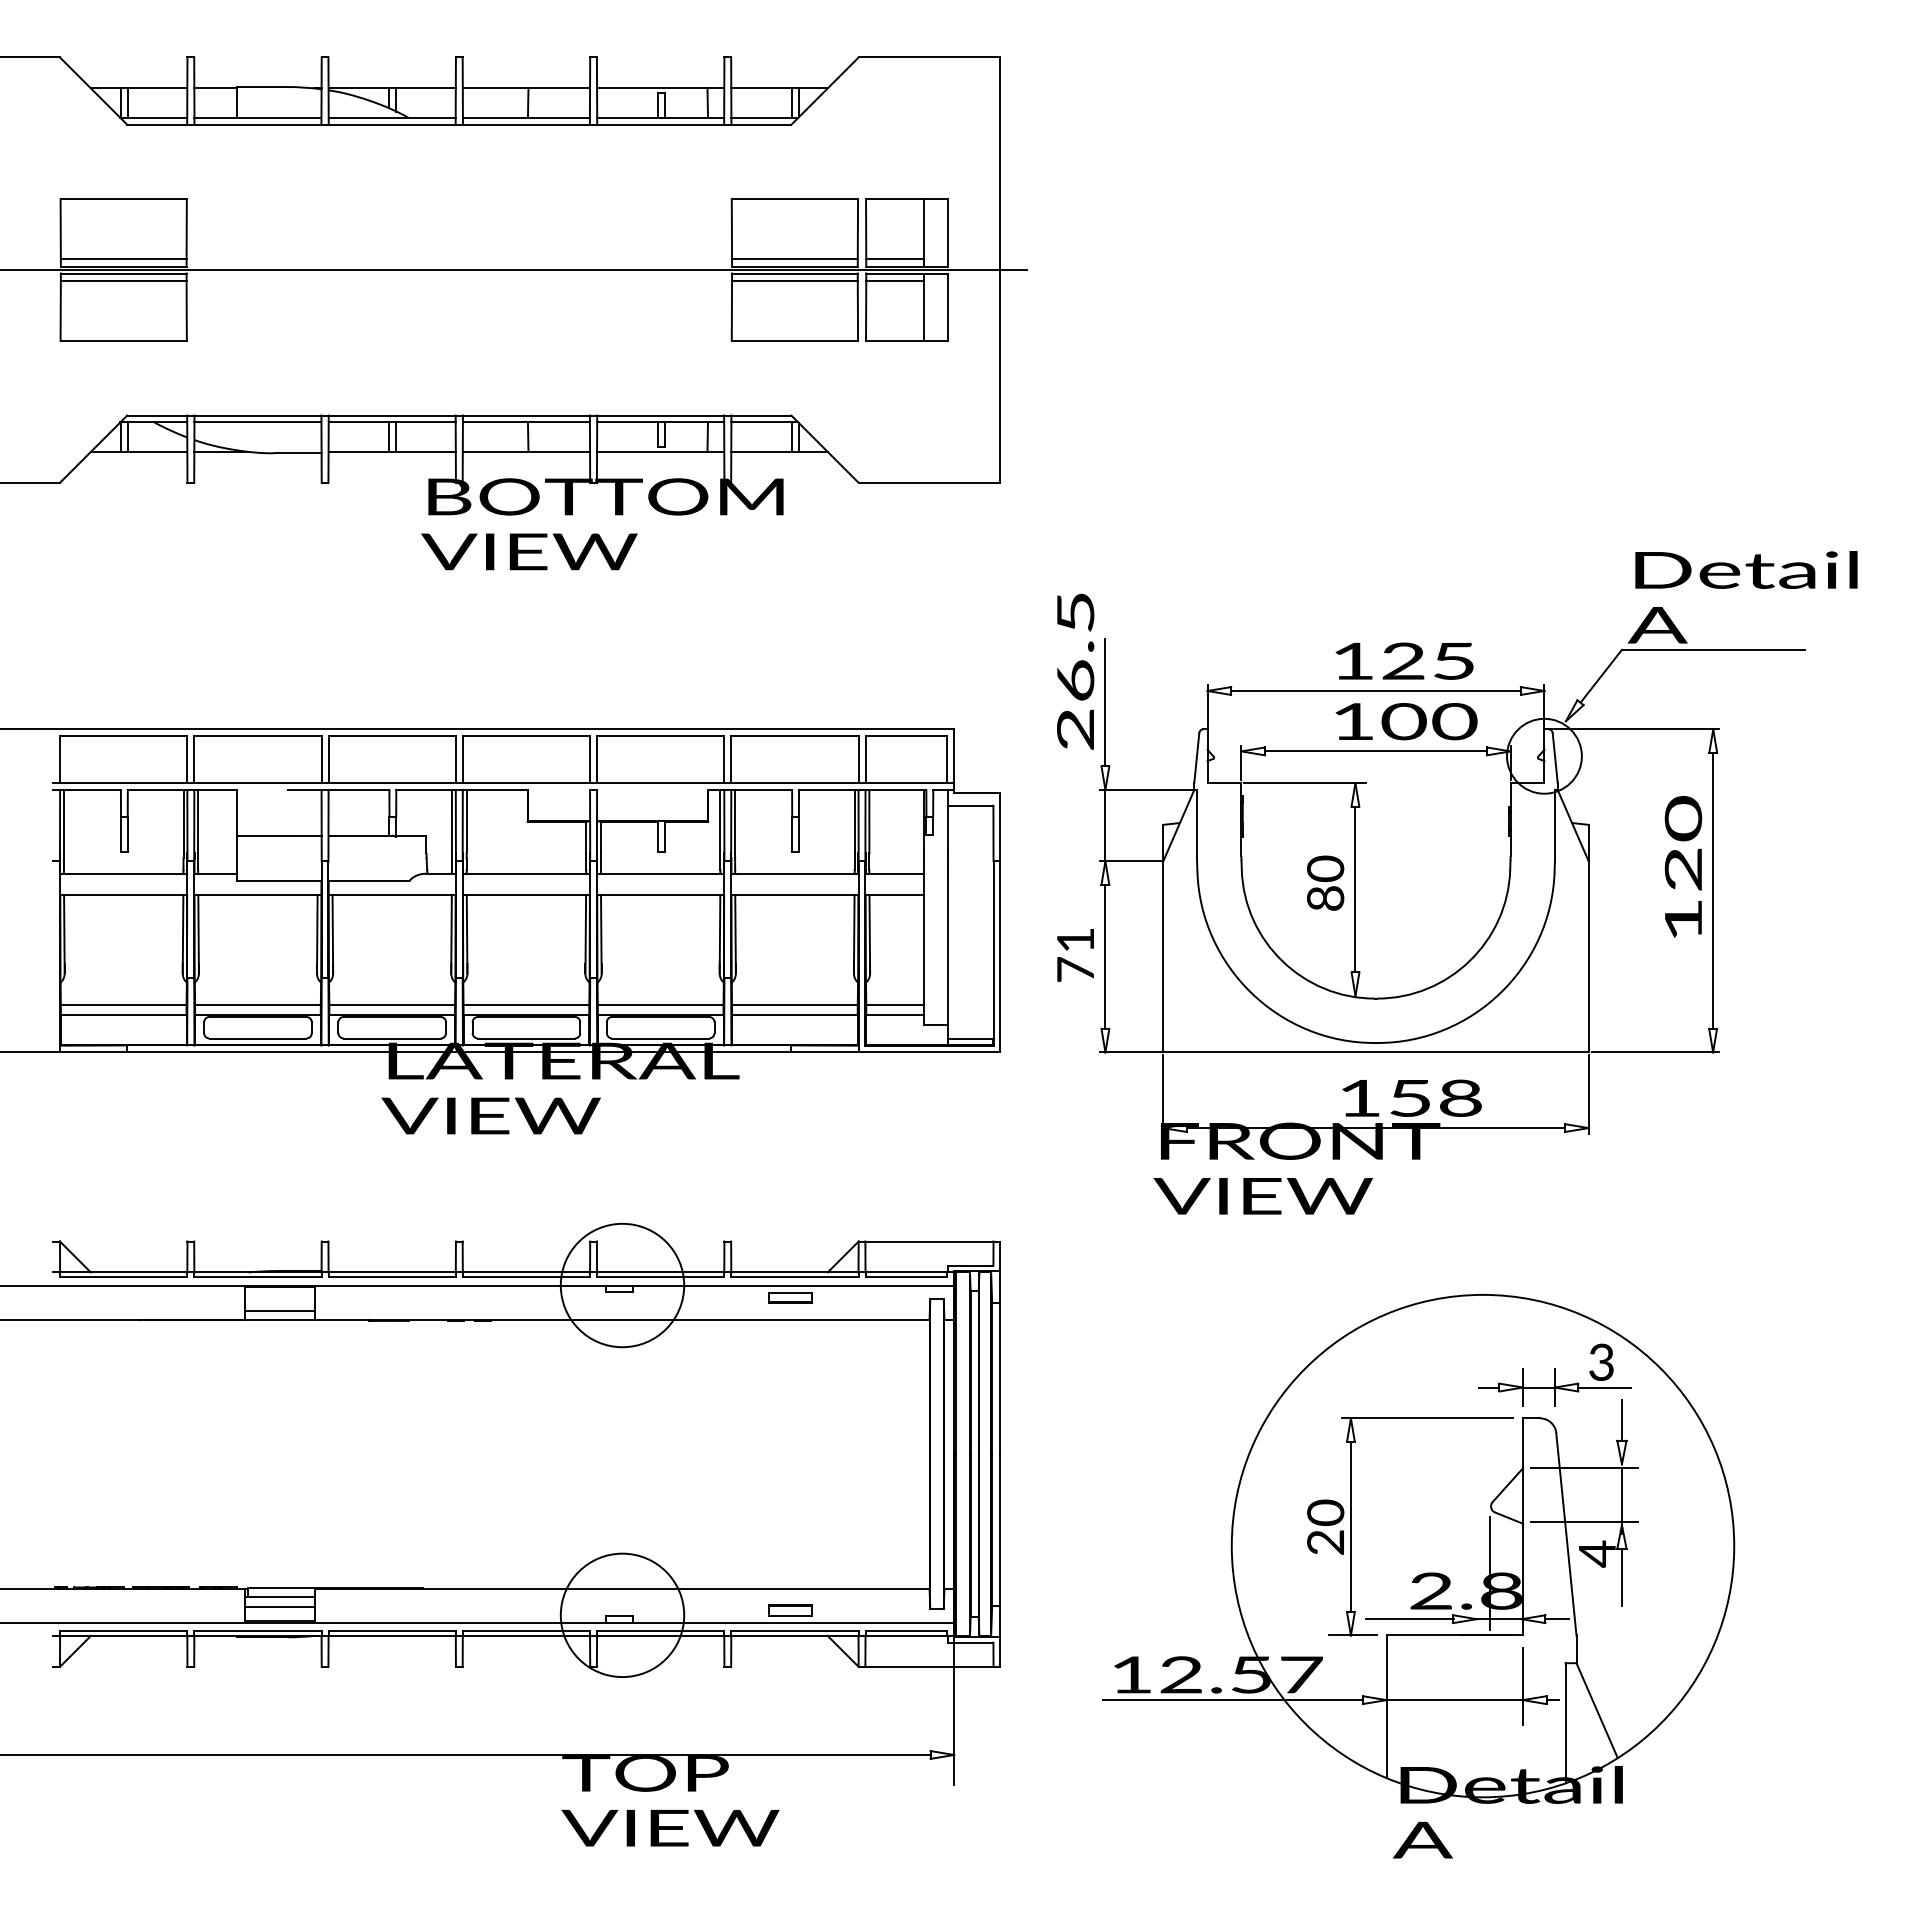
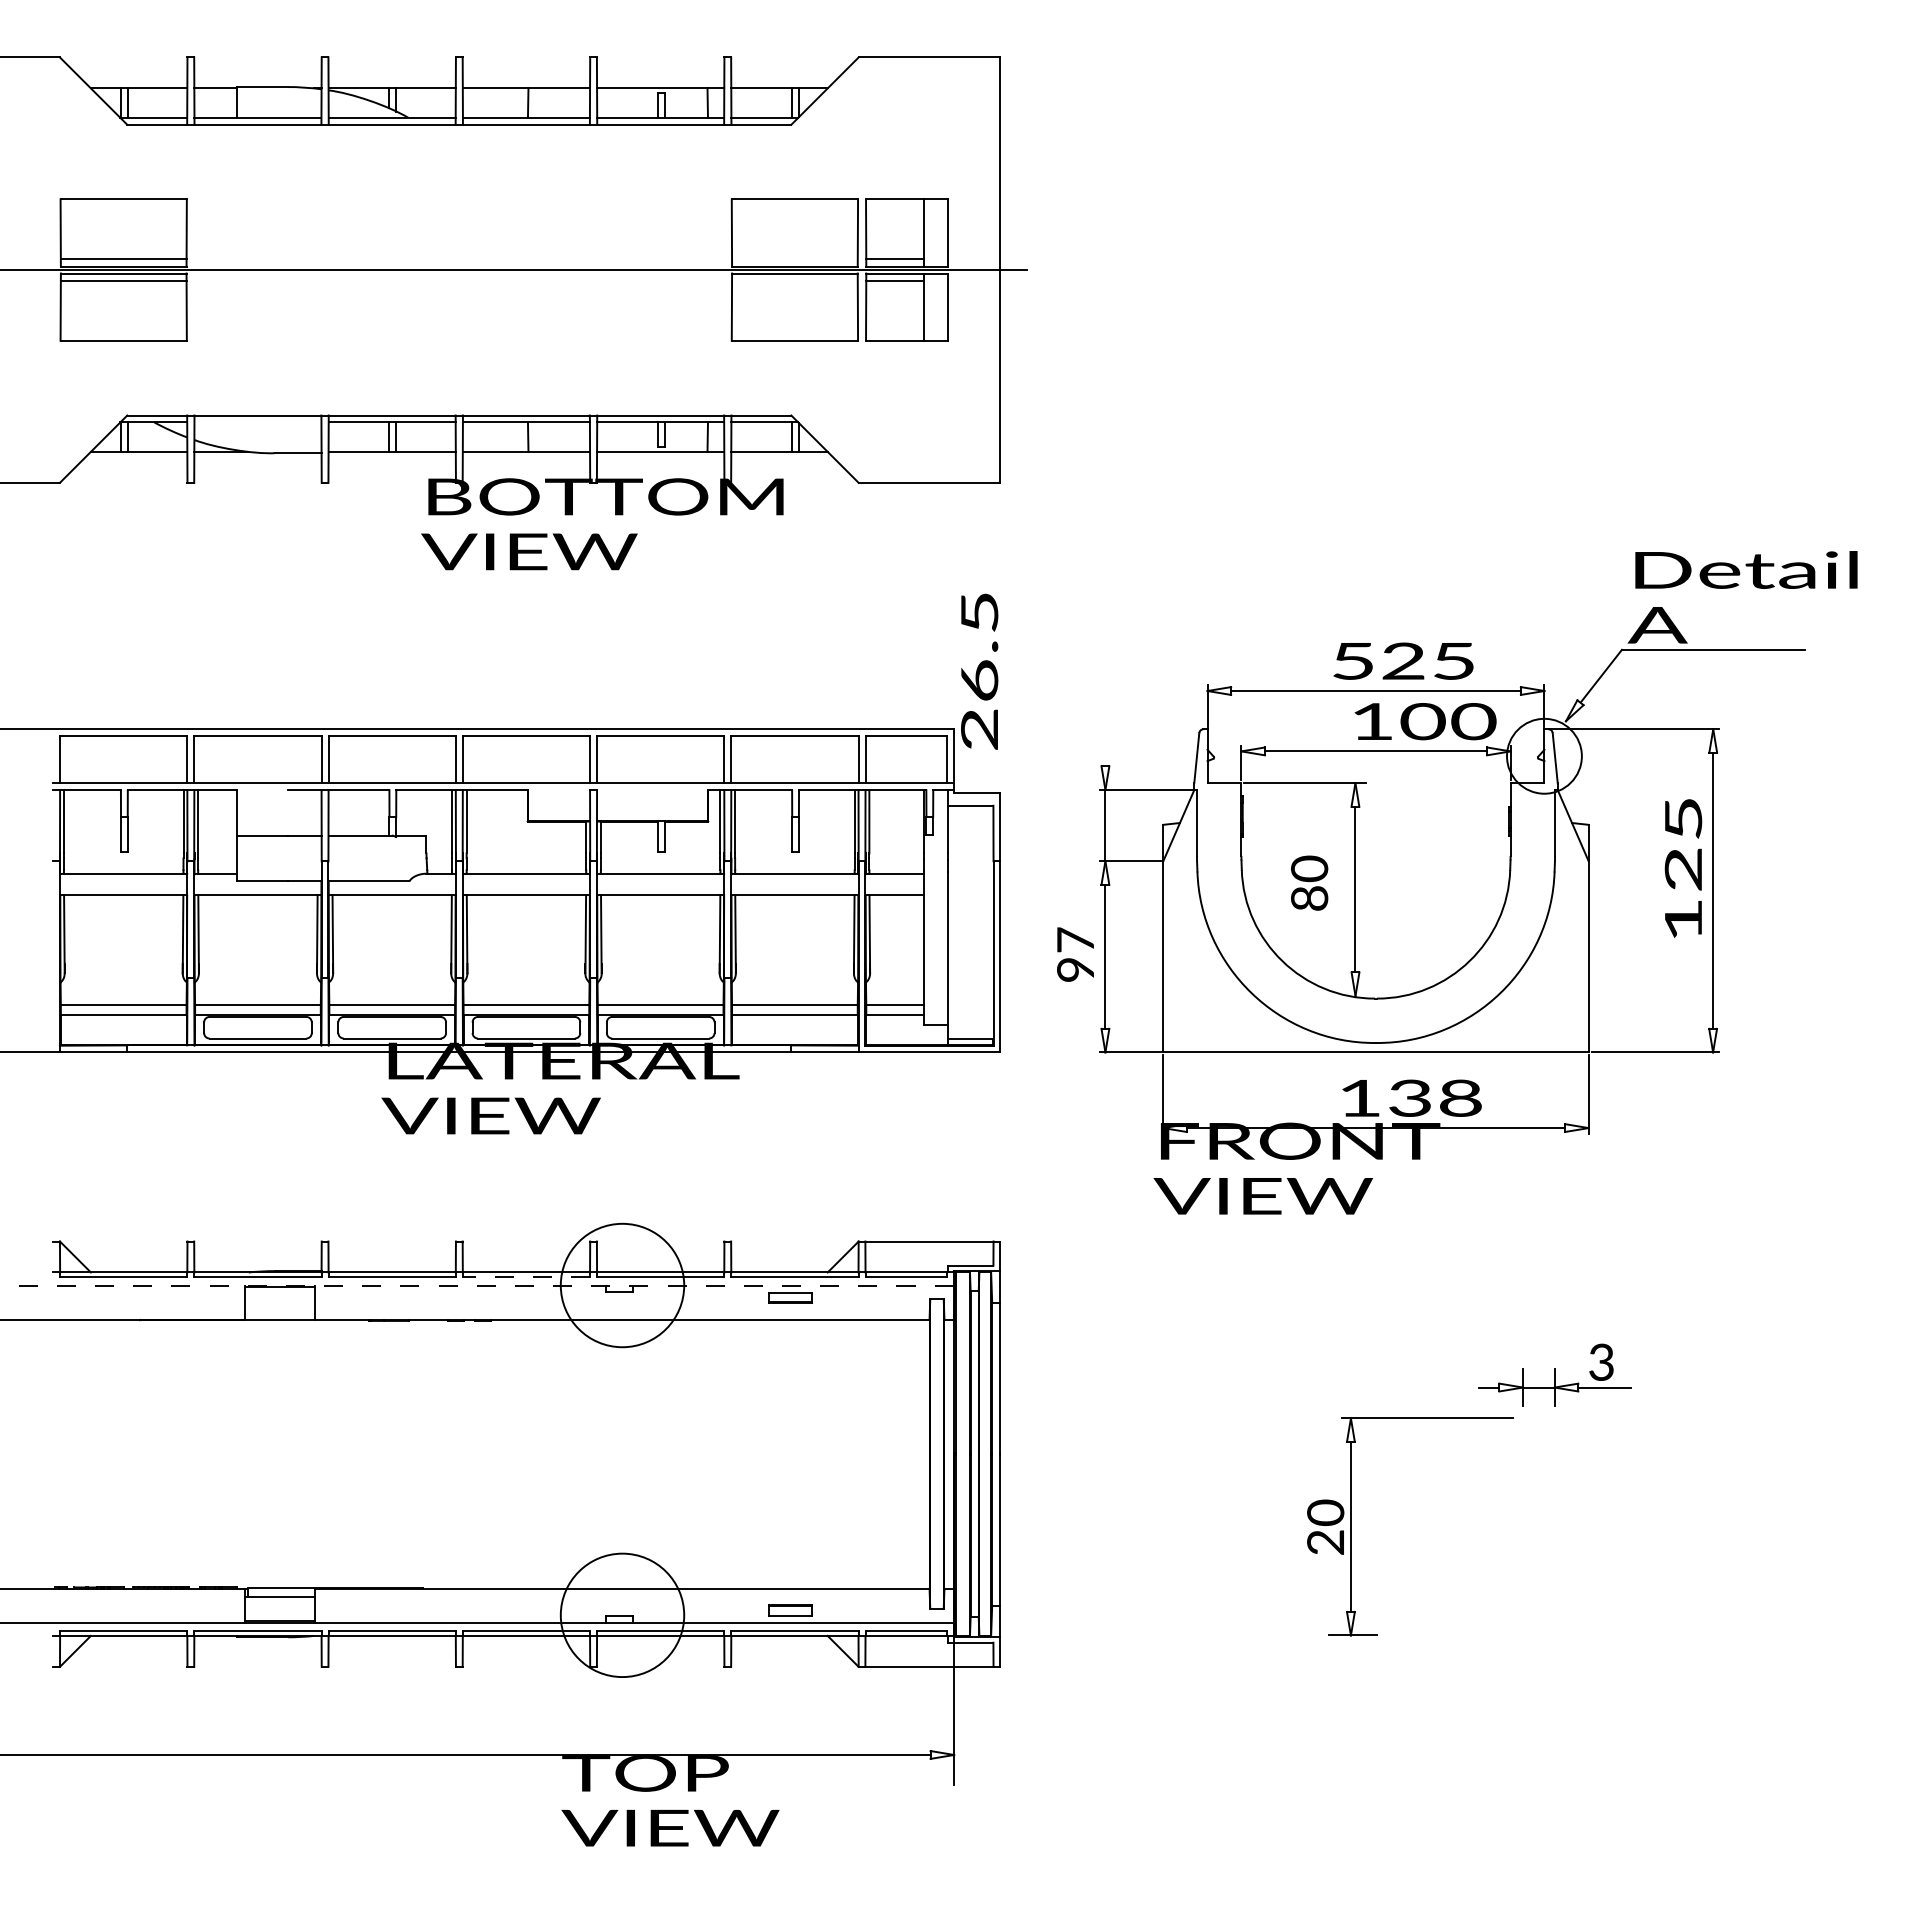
line at (794, 259): present -> none
line at (794, 280): present -> none
line at (257, 422): present -> none
text at (1352, 661): 125 -> 525
text at (1075, 671) position: (1075, 671) -> (979, 671)
line at (1105, 702): present -> none
text at (1406, 721) position: (1406, 721) -> (1425, 721)
text at (1683, 818): 120 -> 125
text at (1325, 882) position: (1325, 882) -> (1309, 882)
text at (1075, 954): 71 -> 97
text at (1409, 1097): 158 -> 138
line at (526, 1277): solid -> dashed
line at (477, 1285): solid -> dashed
line at (280, 1311): present -> none
part at (1418, 1576): present -> none
line at (280, 1606): present -> none
